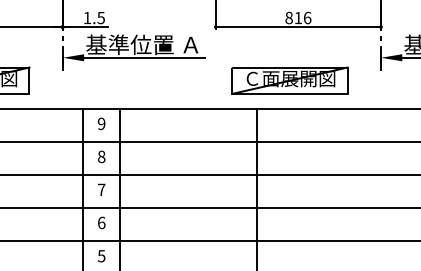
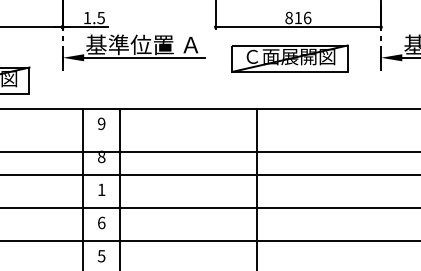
part at (289, 80) position: (289, 80) -> (289, 58)
line at (209, 141) position: (209, 141) -> (209, 151)
text at (101, 189): 7 -> 1
